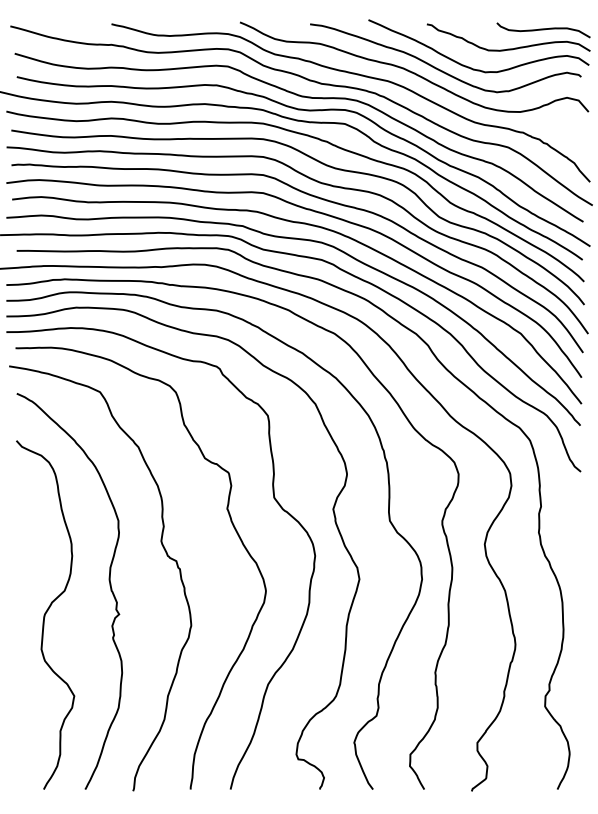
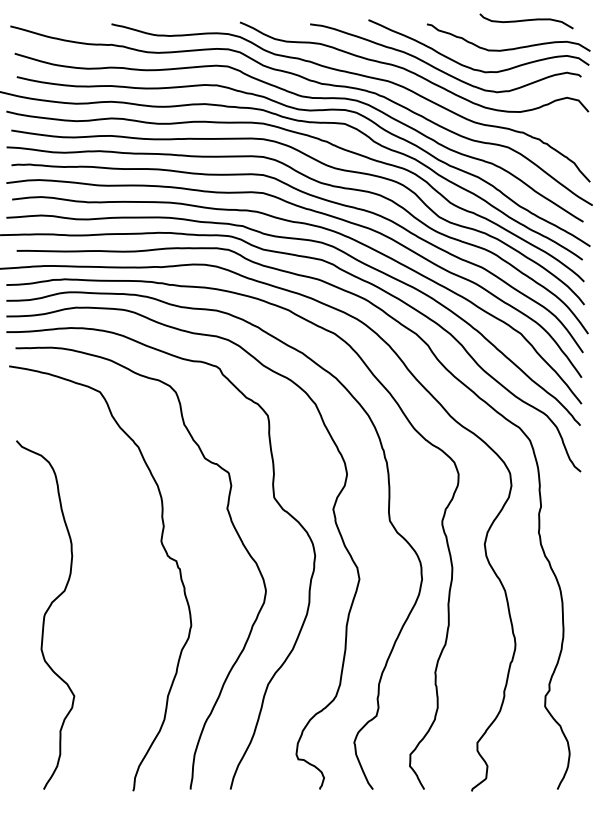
curve at (543, 30) position: (543, 30) -> (526, 21)
curve at (109, 586): present -> none
